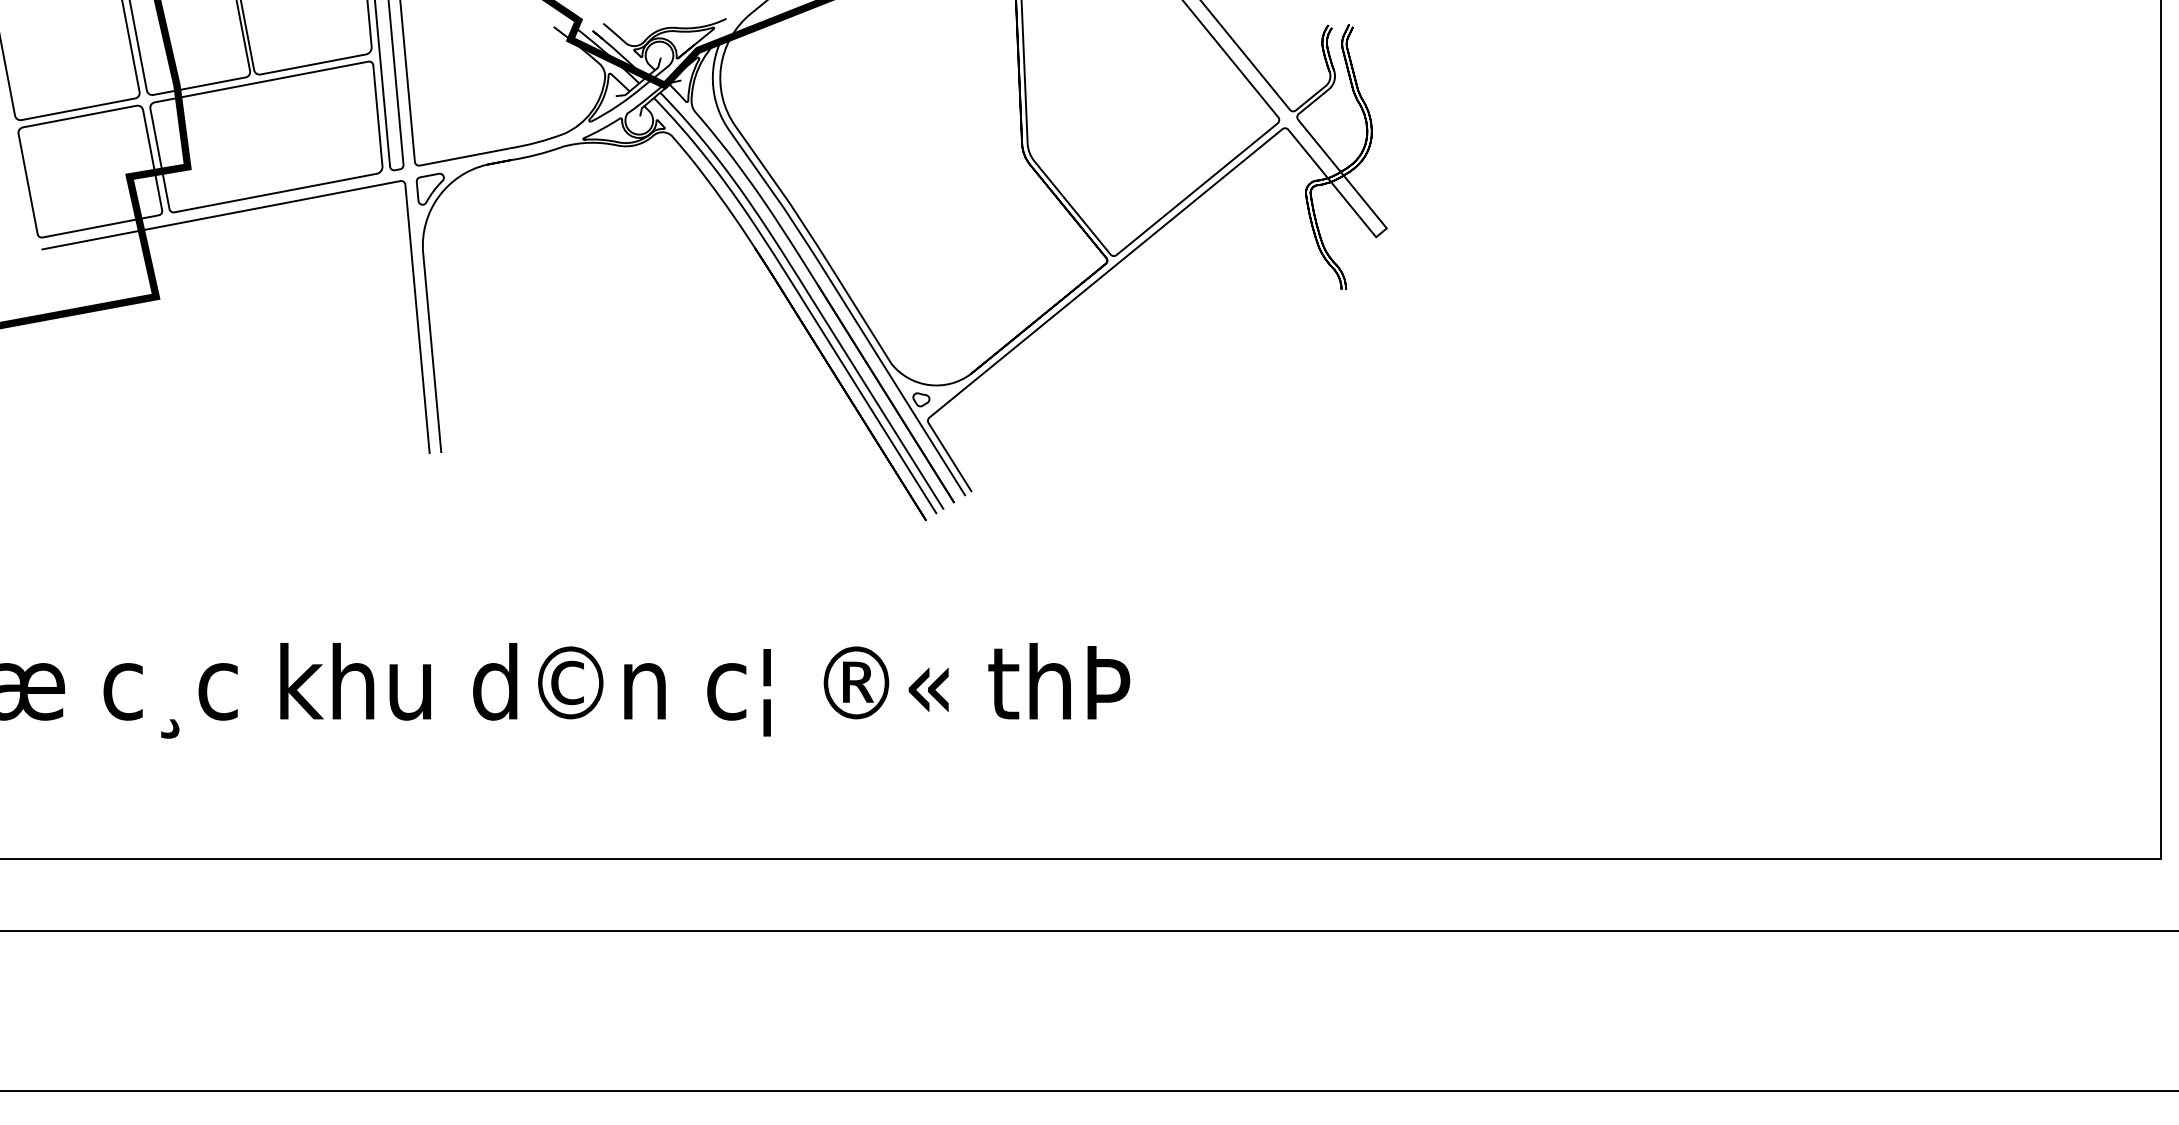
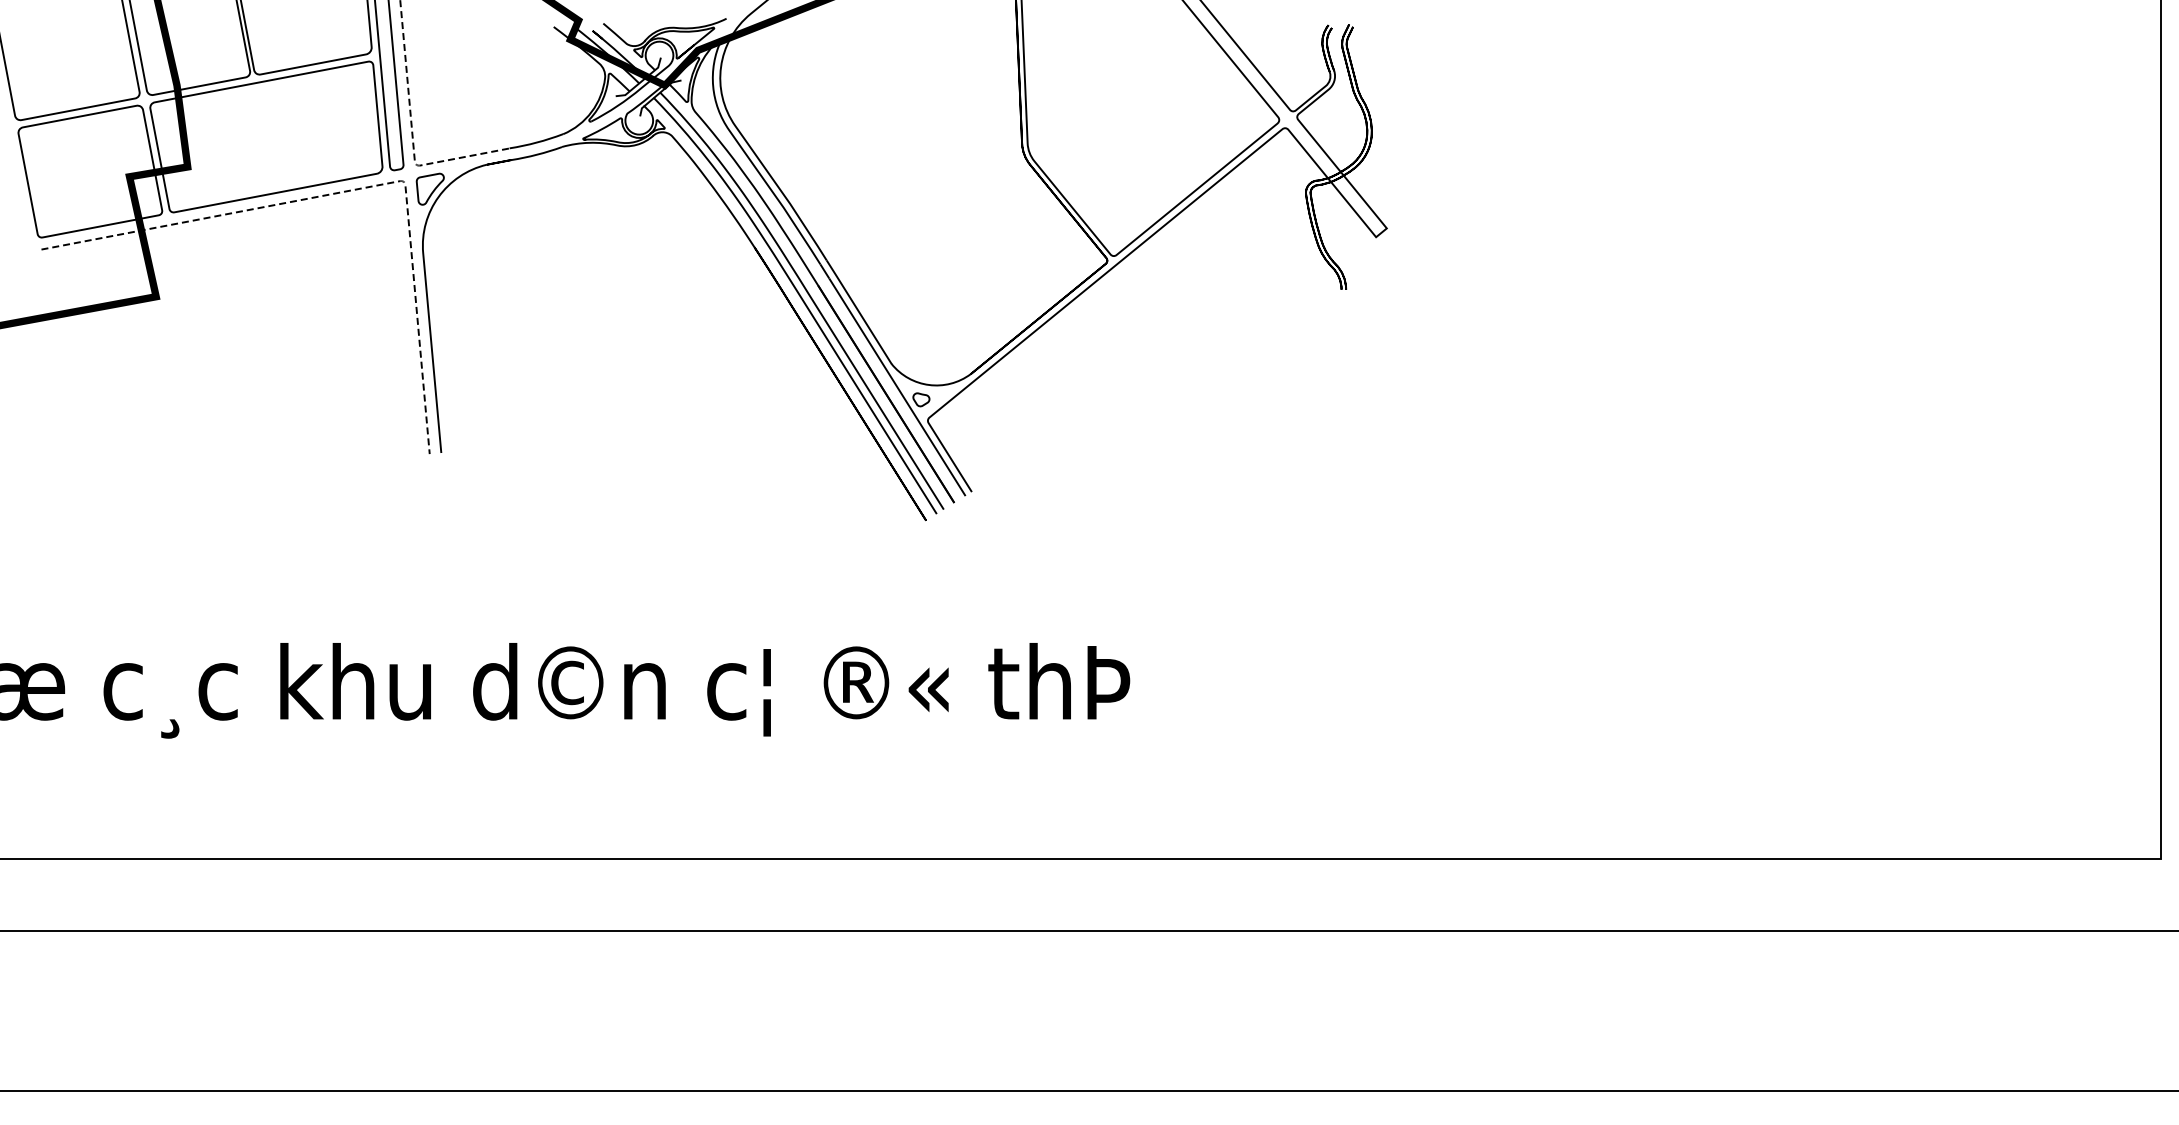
line at (412, 136): solid -> dashed
line at (362, 188): solid -> dashed
